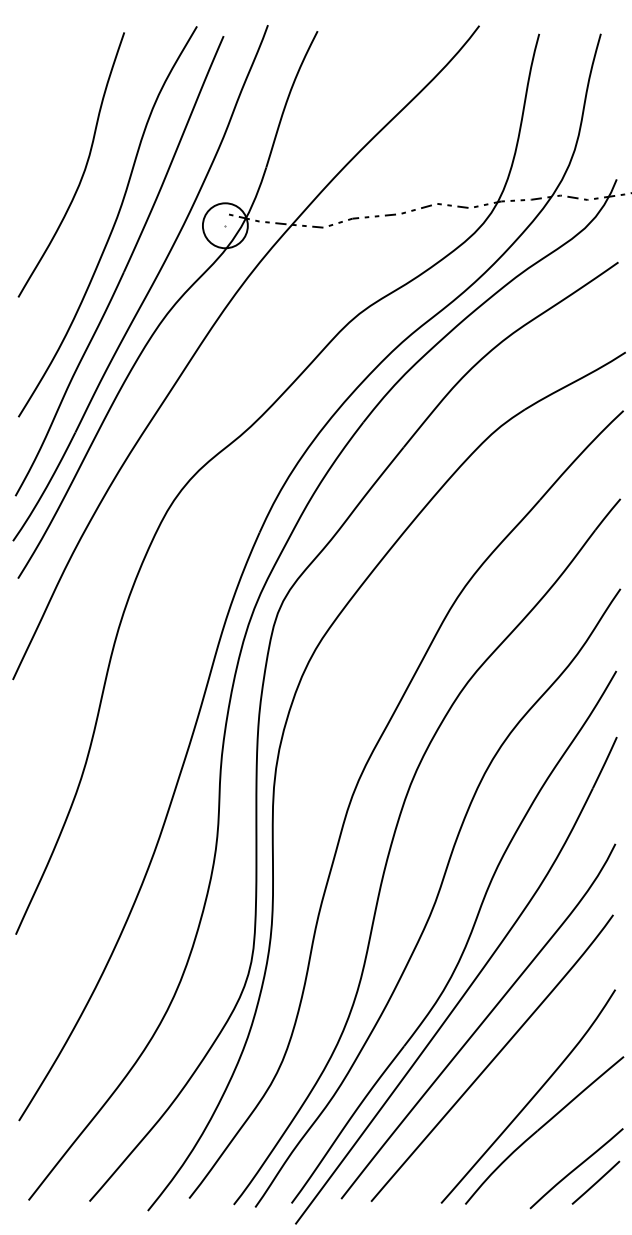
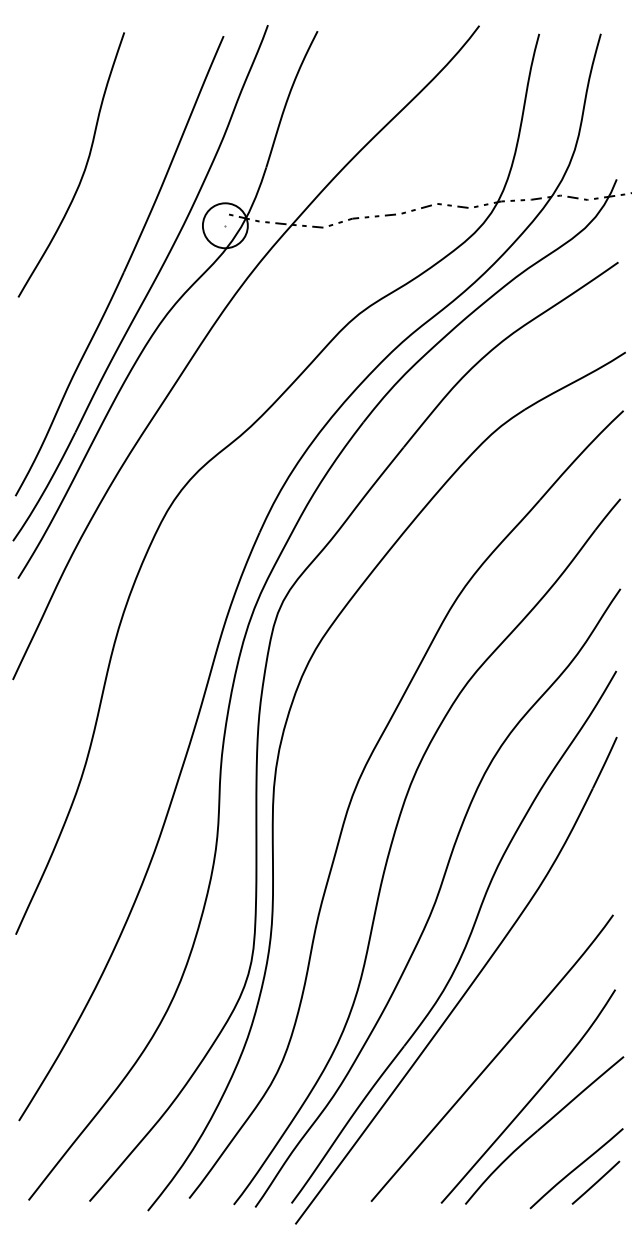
curve at (113, 223): present -> none
curve at (480, 1023): present -> none
